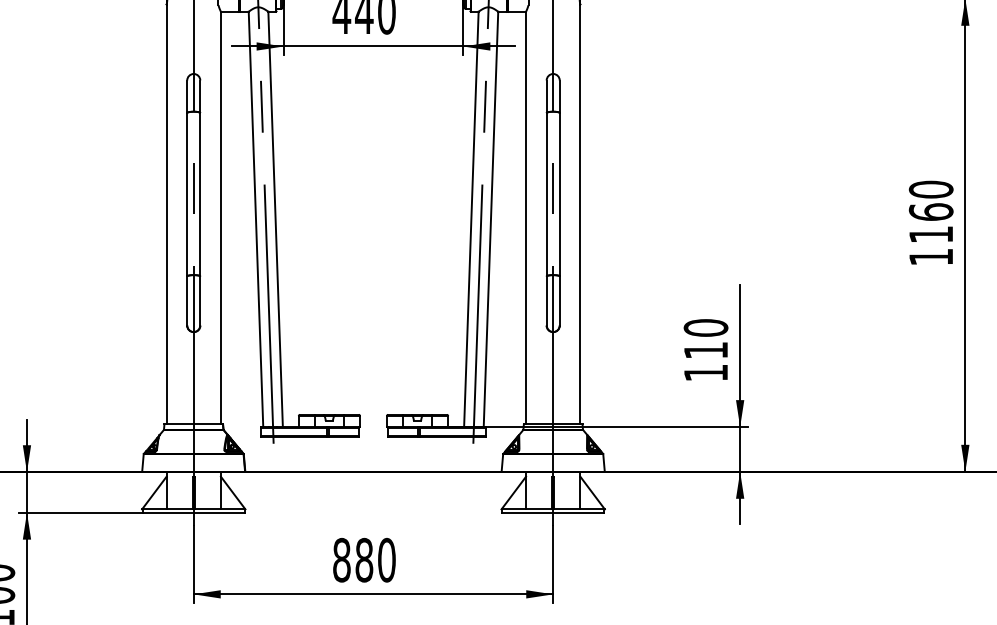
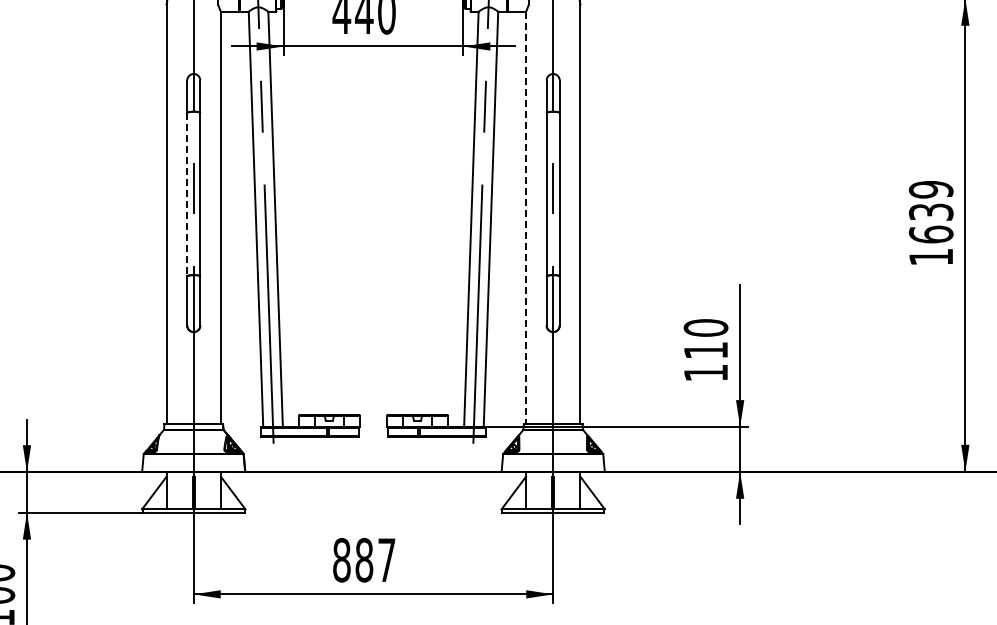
line at (187, 194): solid -> dashed
text at (930, 211): 1160 -> 1639
line at (526, 218): solid -> dashed
text at (386, 559): 880 -> 887
